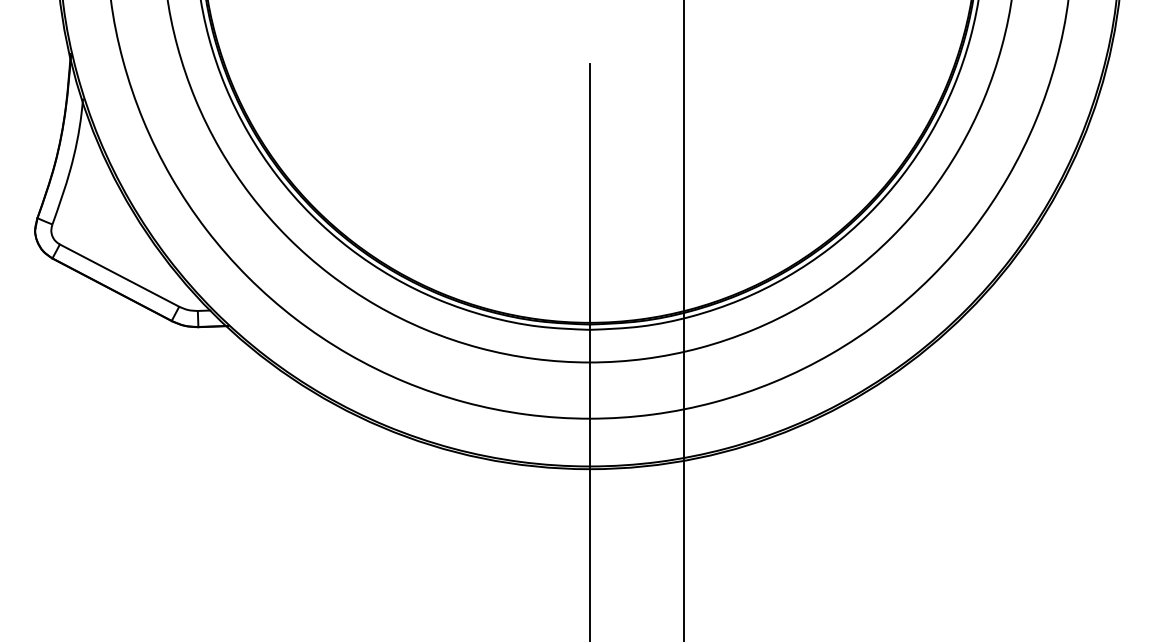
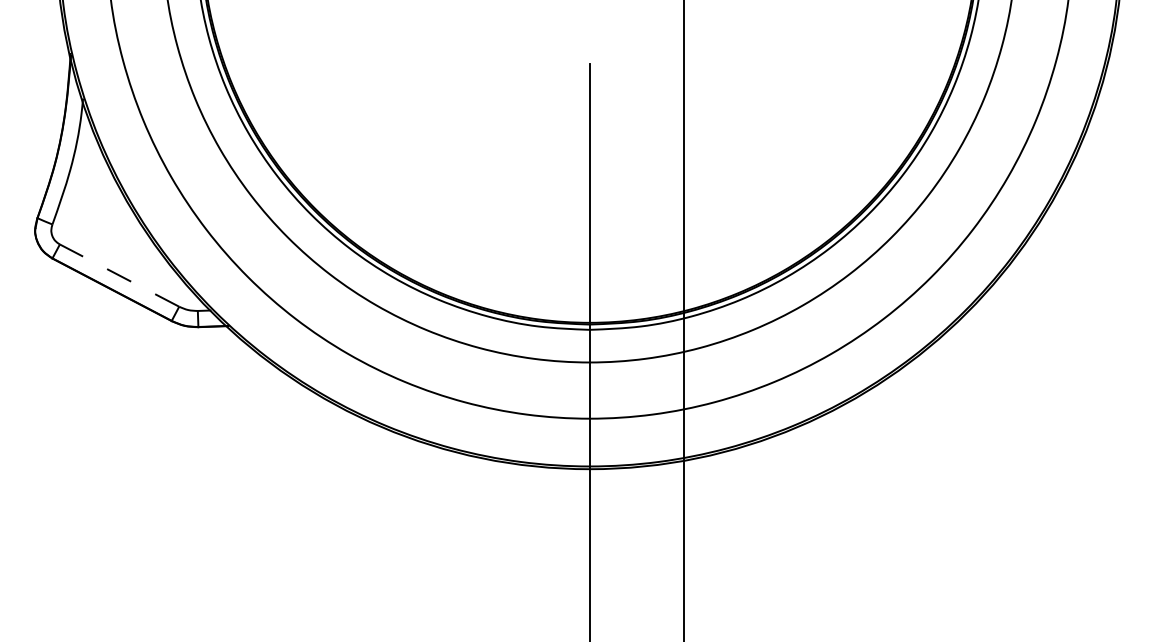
line at (119, 275): solid -> dashed
